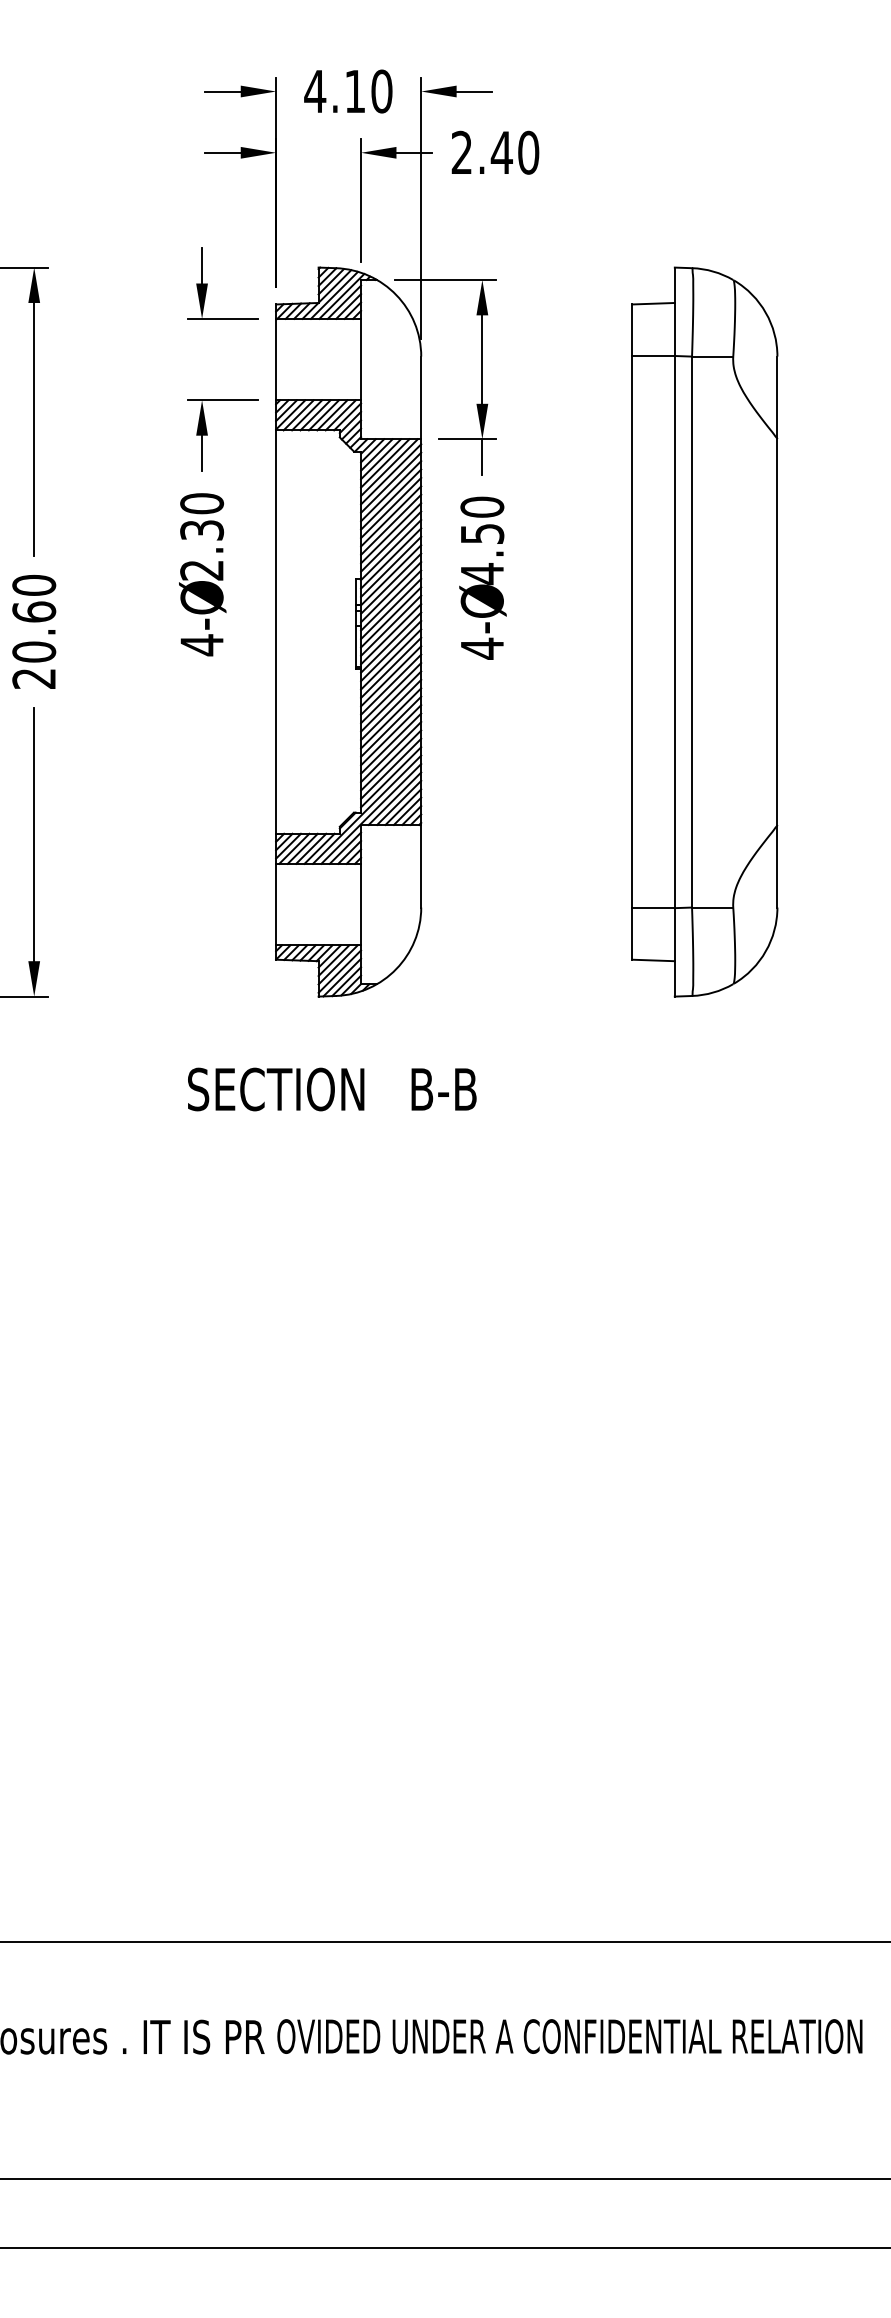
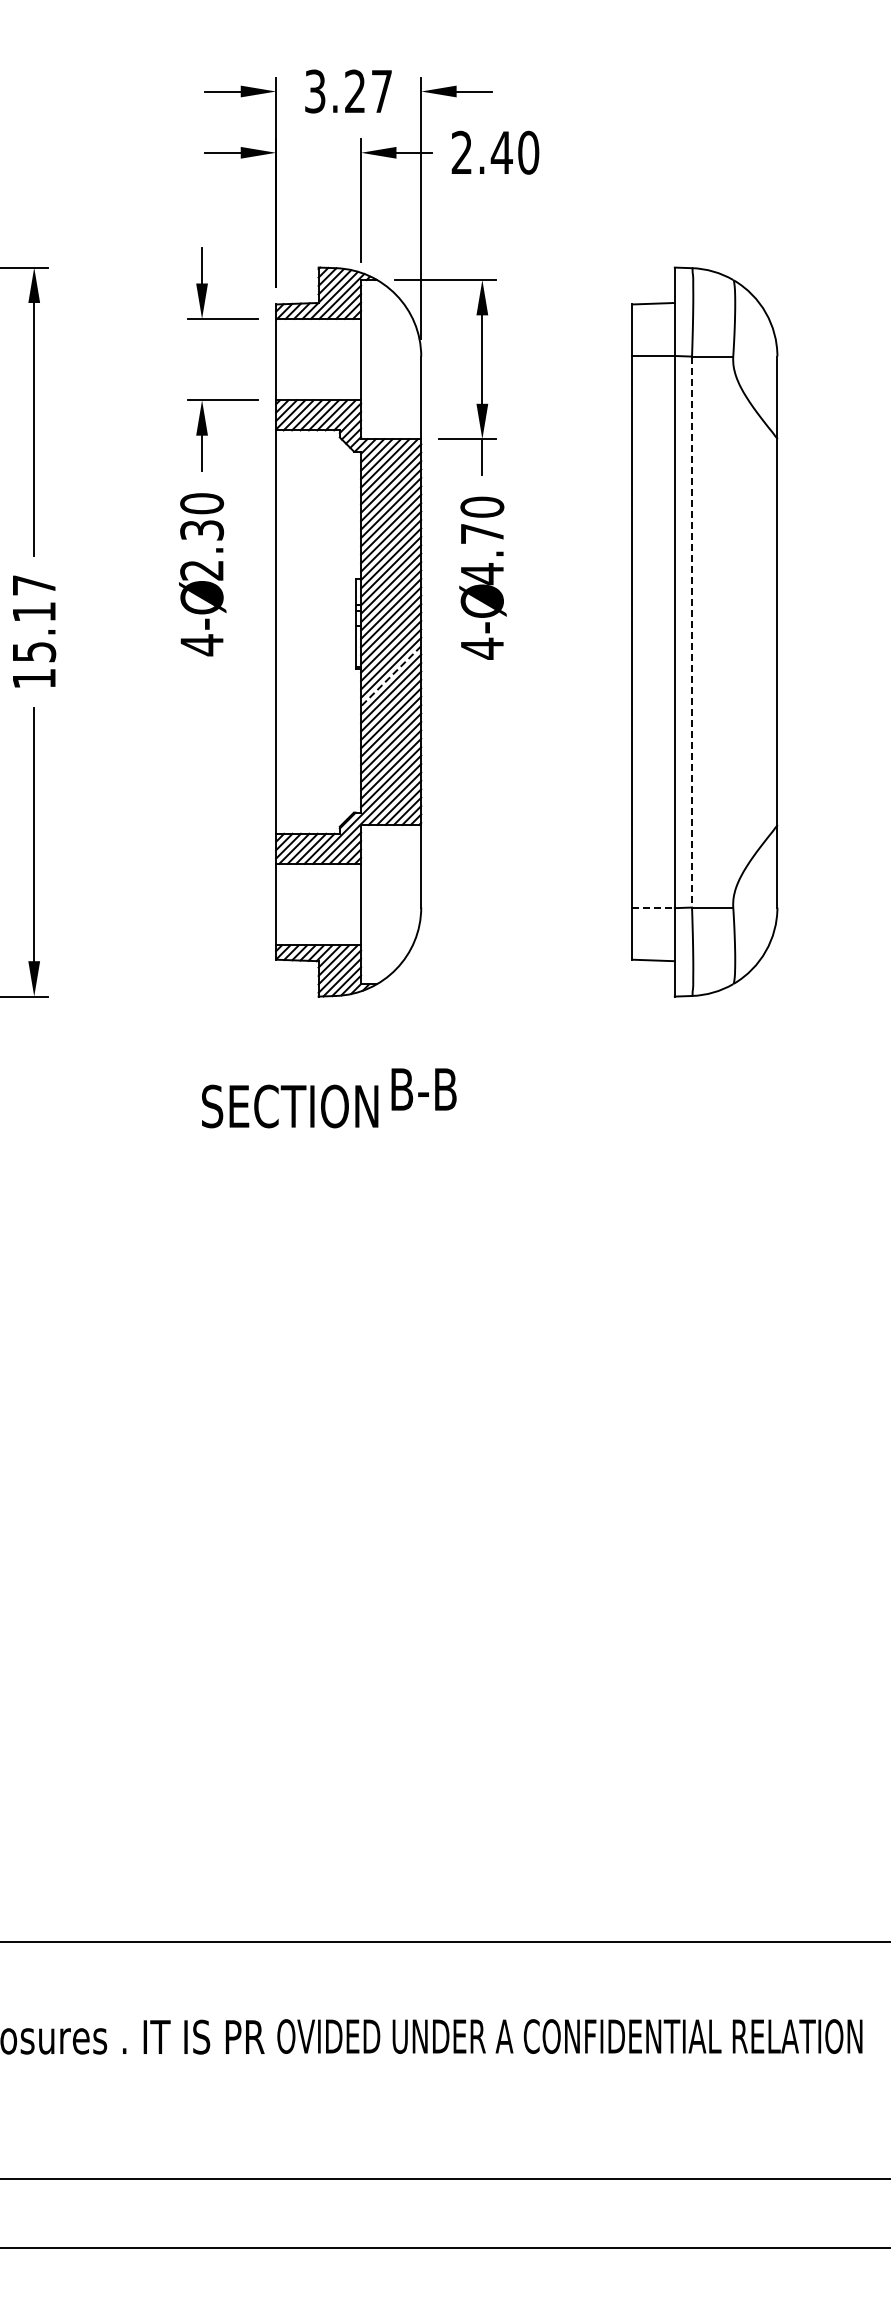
text at (348, 91): 4.10 -> 3.27
text at (482, 533): 4.50 -> 4.70
text at (34, 631): 20.60 -> 15.17
line at (692, 632): solid -> dashed
line at (391, 676): solid -> dashed
line at (654, 908): solid -> dashed
text at (276, 1089) position: (276, 1089) -> (290, 1106)
text at (443, 1089) position: (443, 1089) -> (423, 1089)
